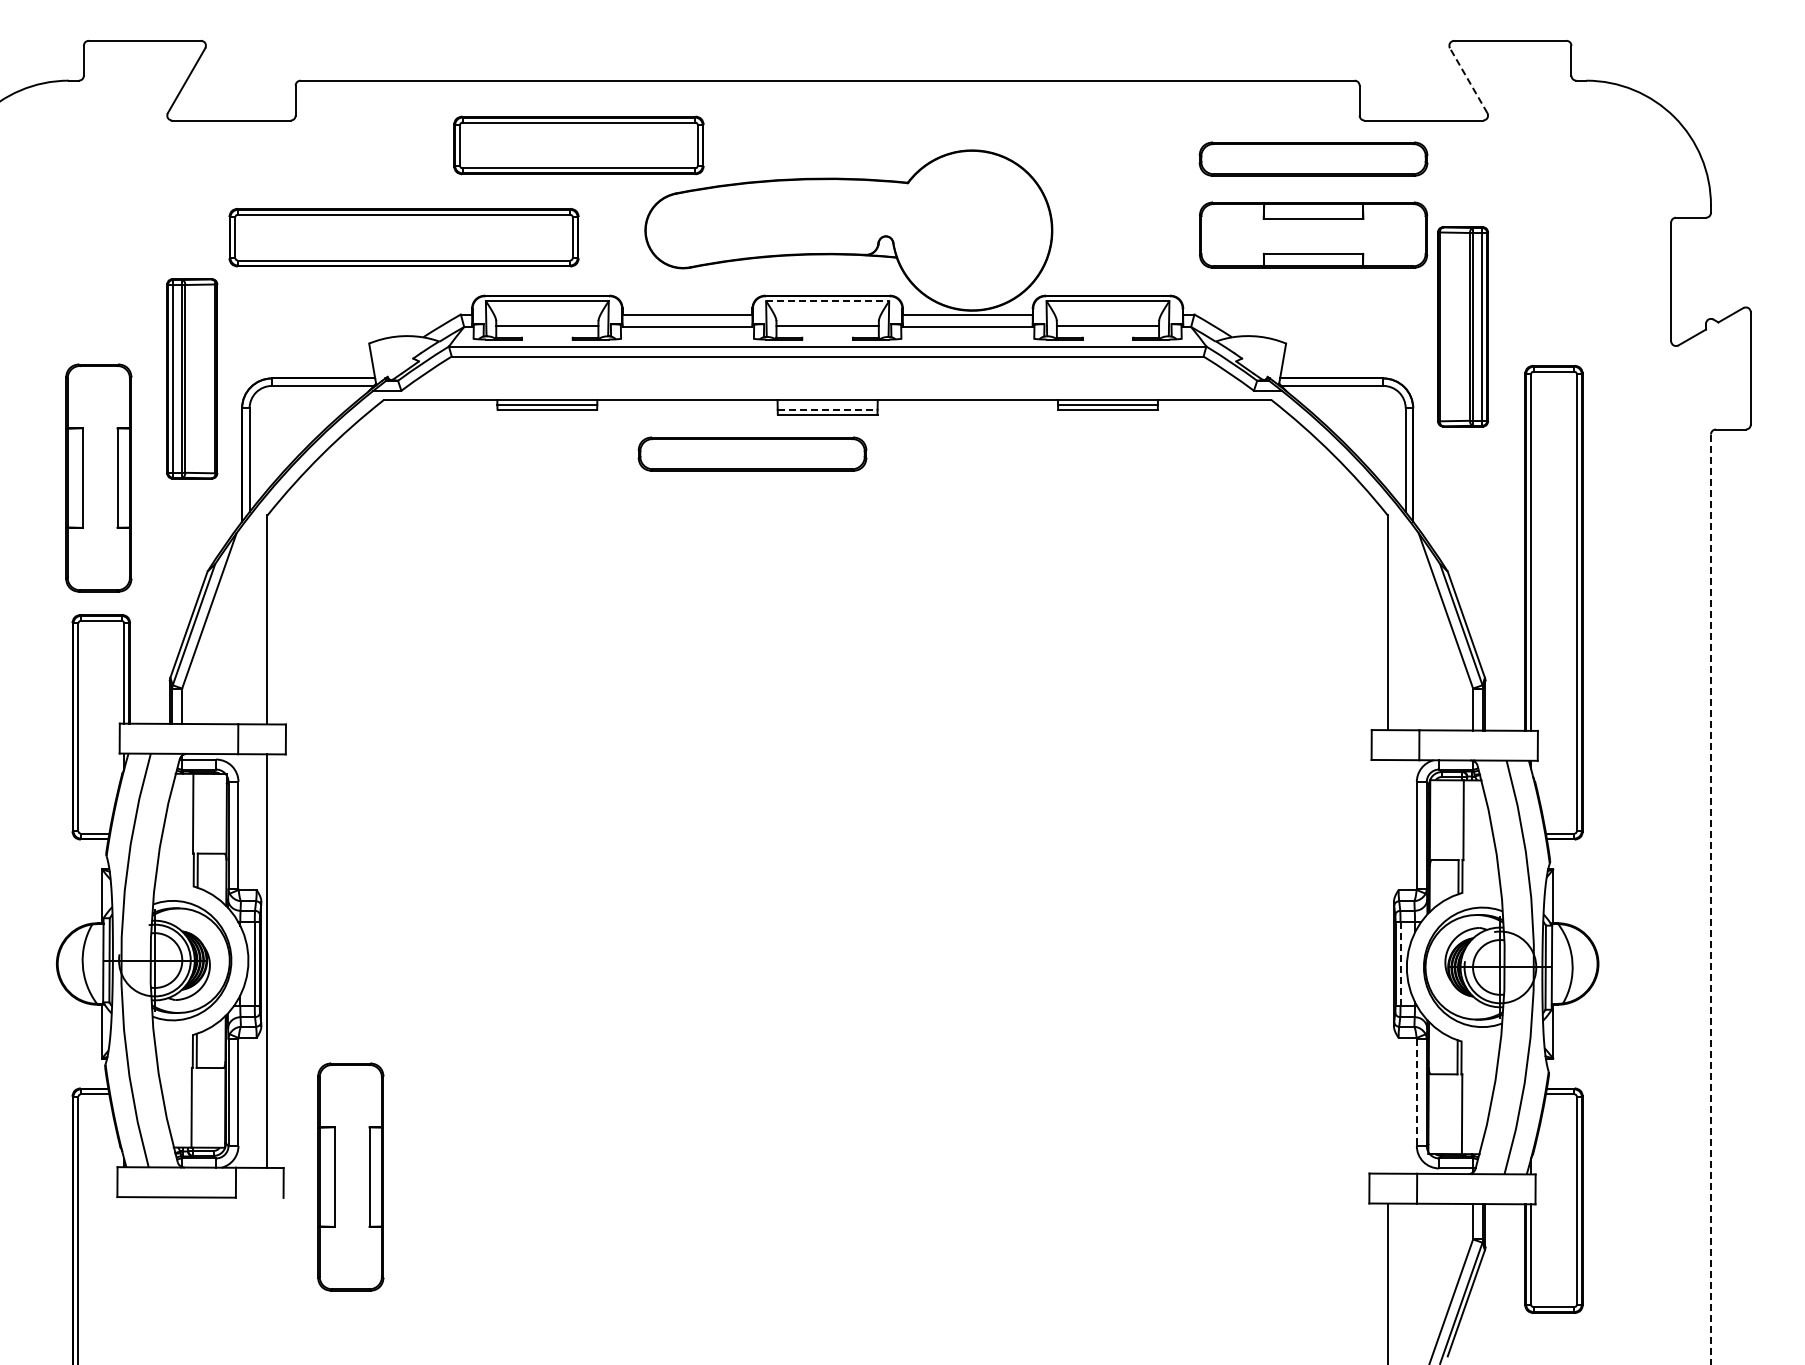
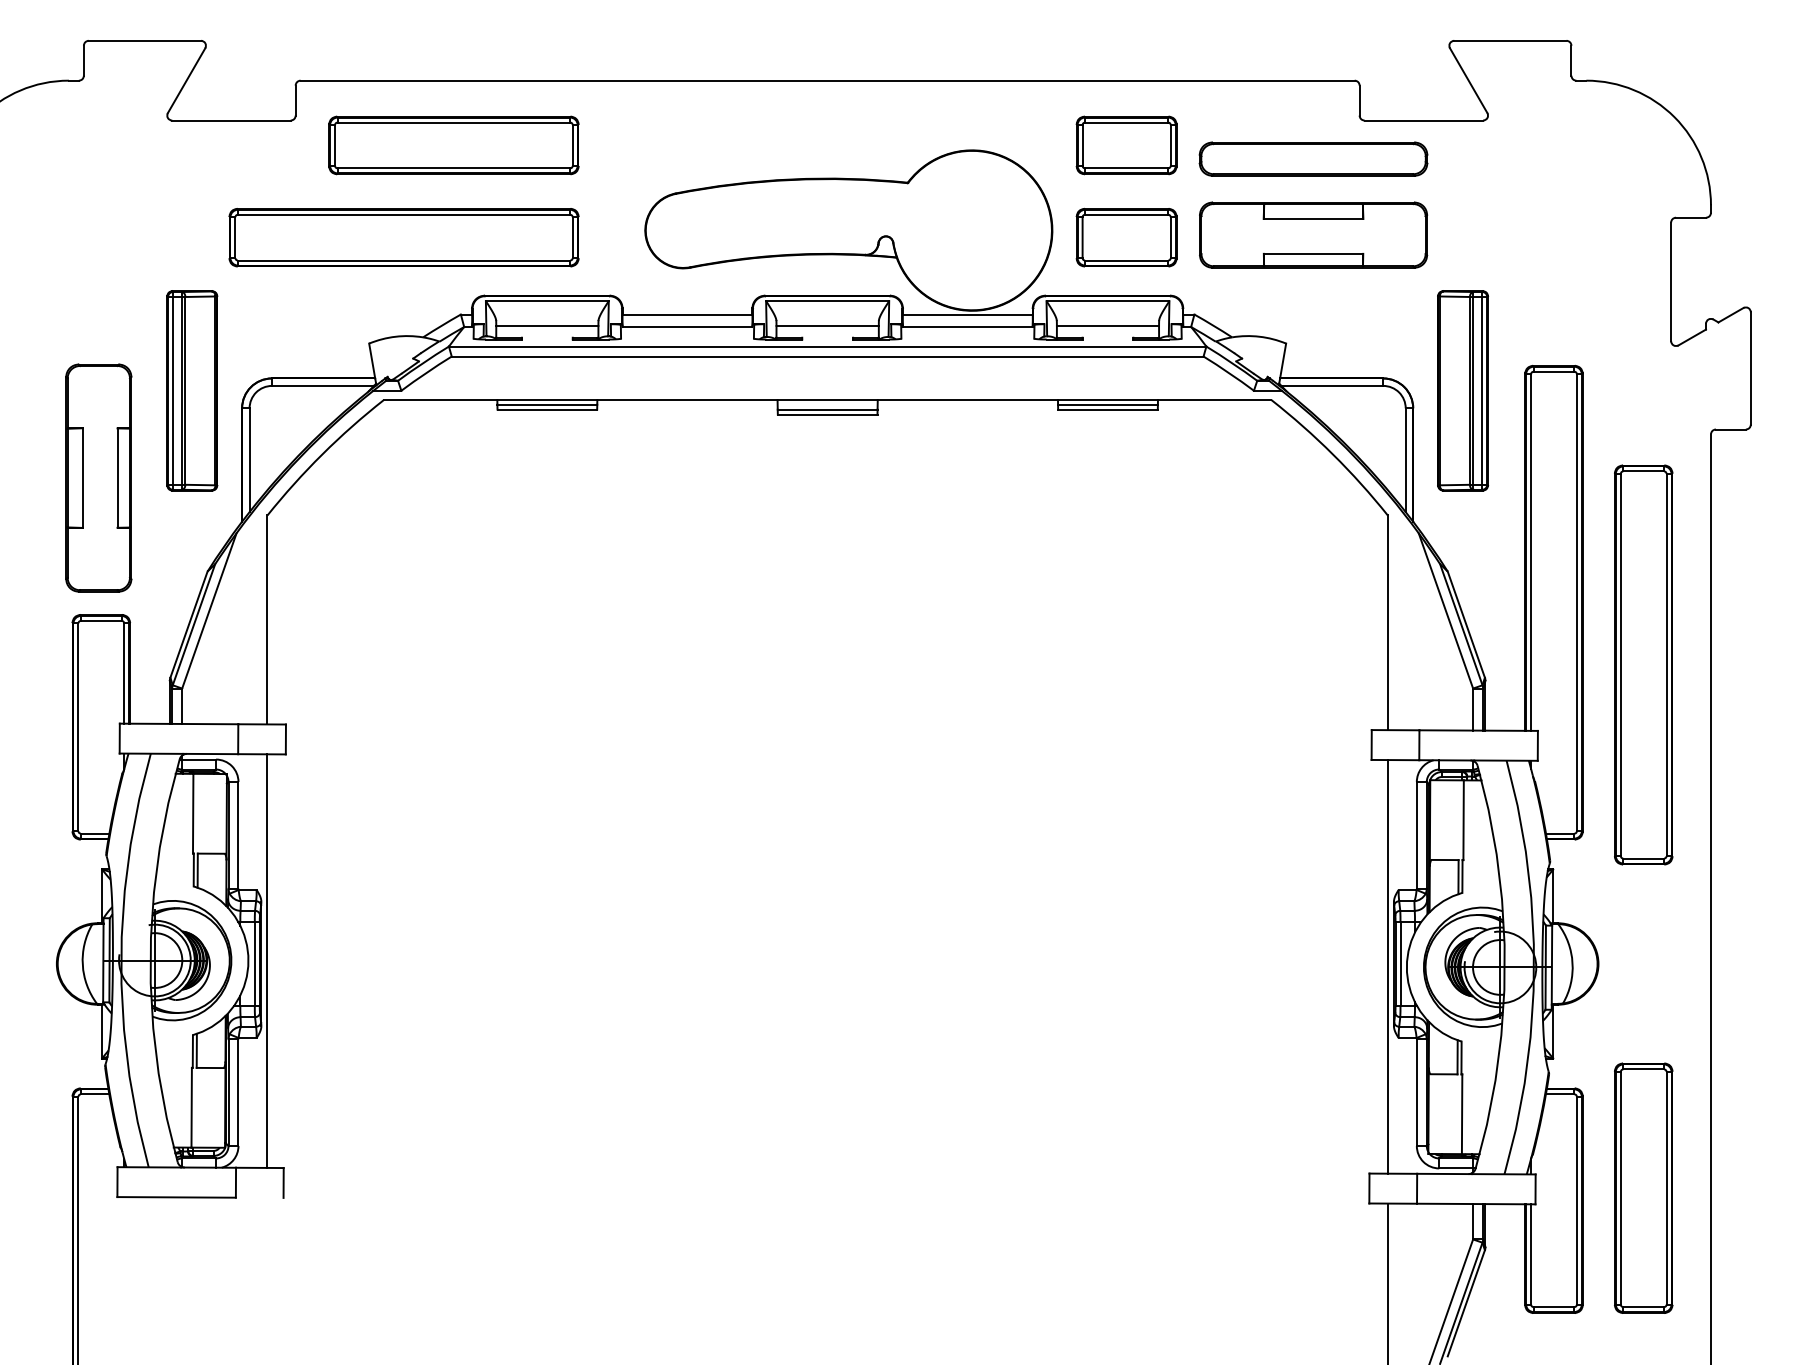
line at (1468, 80): dashed -> solid
part at (578, 145) position: (578, 145) -> (453, 145)
part at (1126, 145): none -> present
part at (1126, 237): none -> present
line at (827, 301): dashed -> solid
part at (1462, 326) position: (1462, 326) -> (1462, 390)
part at (192, 378) position: (192, 378) -> (192, 390)
line at (827, 409): dashed -> solid
part at (752, 453): present -> none
part at (1643, 664): none -> present
line at (1710, 899): dashed -> solid
line at (1400, 964): dashed -> solid
line at (1387, 966): none -> present
line at (1416, 1093): dashed -> solid
part at (350, 1176): present -> none
part at (1643, 1187): none -> present
